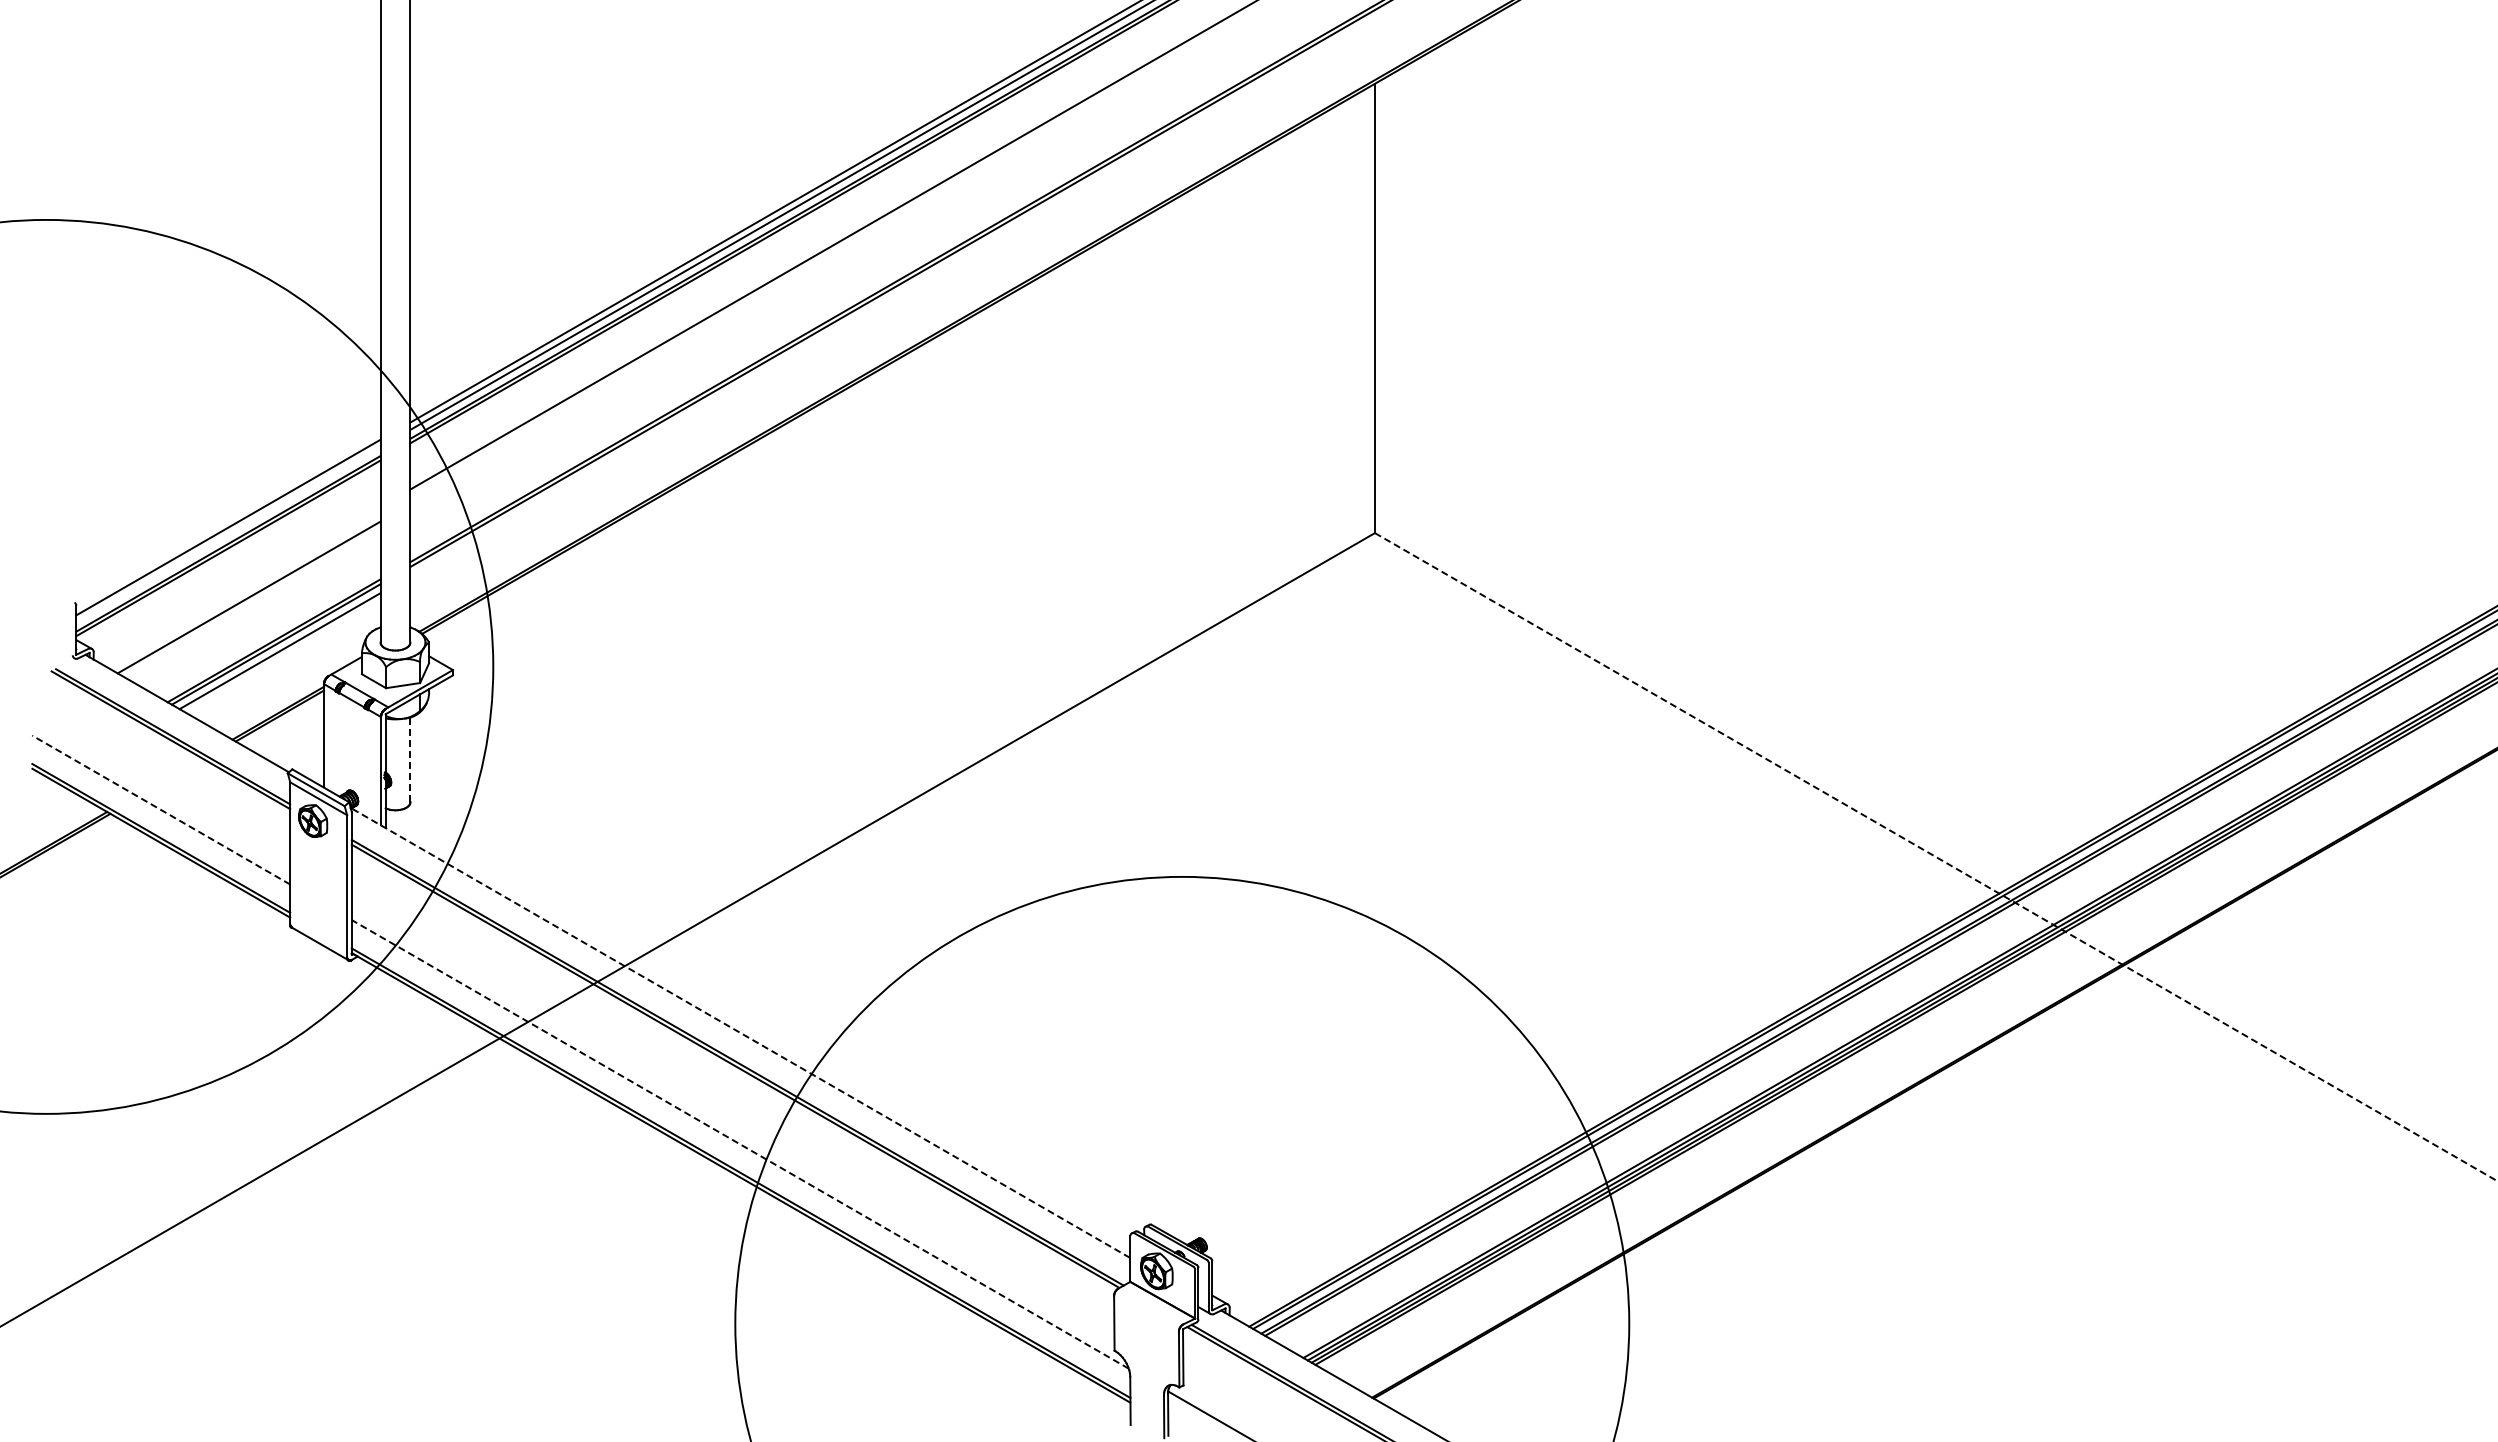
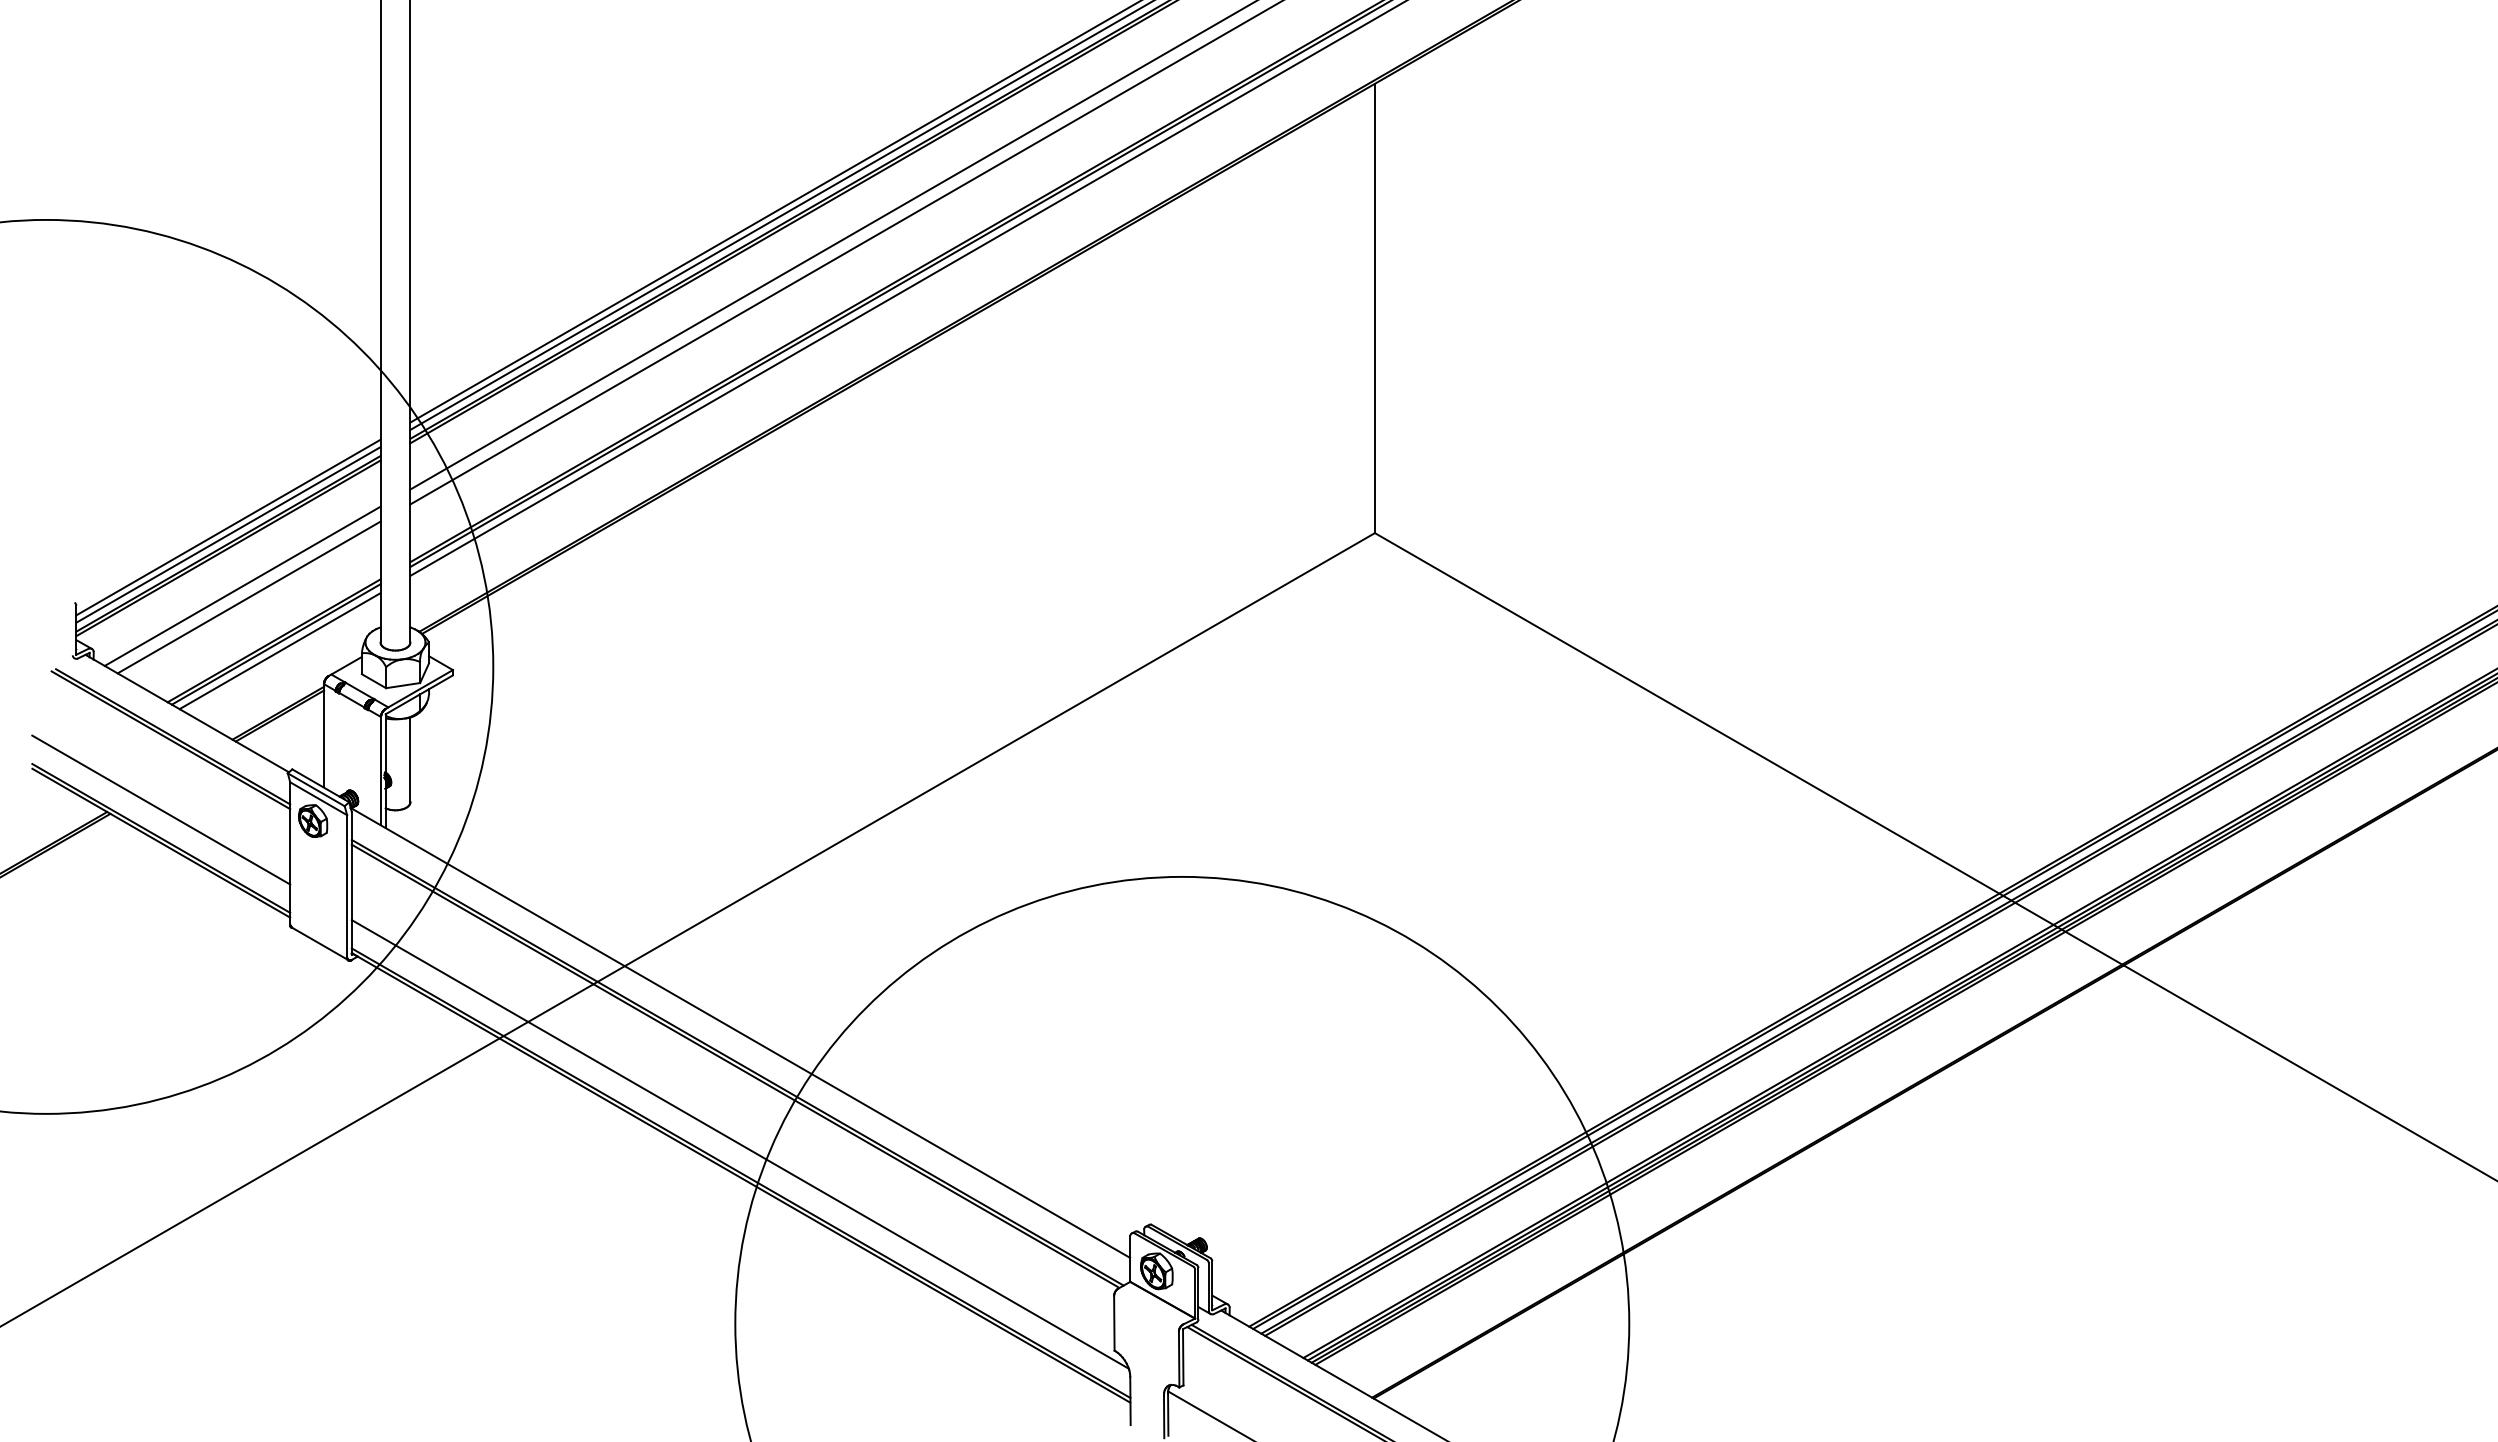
line at (845, 253): none -> present
line at (906, 288): none -> present
line at (228, 534): none -> present
line at (242, 585): none -> present
line at (410, 759): dashed -> solid
line at (161, 810): dashed -> solid
line at (1936, 857): dashed -> solid
line at (740, 1032): dashed -> solid
line at (740, 1144): dashed -> solid
